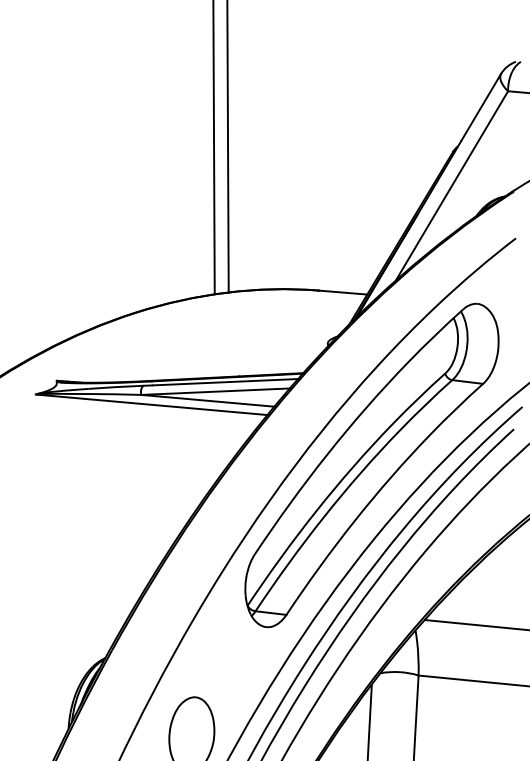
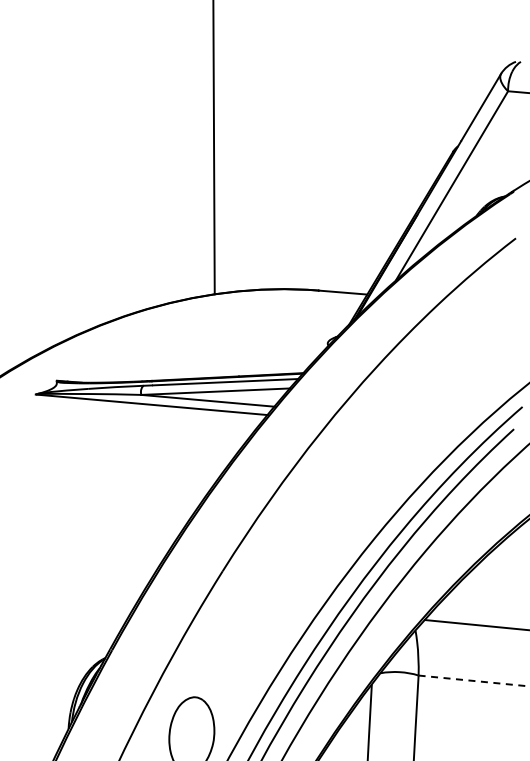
line at (227, 147): present -> none
part at (371, 465): present -> none
line at (474, 680): solid -> dashed
